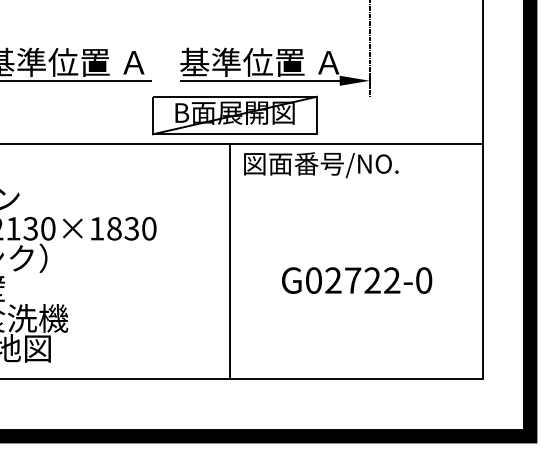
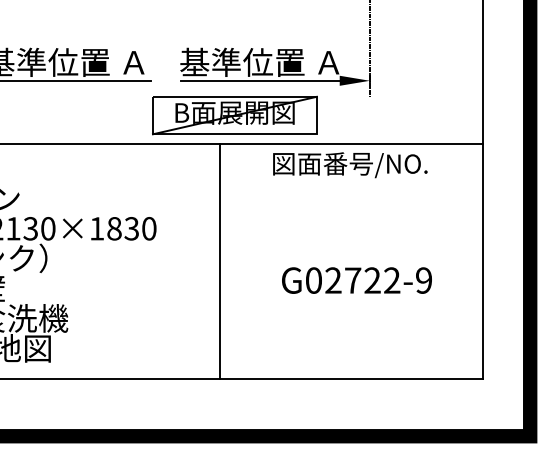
text at (321, 165) position: (321, 165) -> (350, 165)
line at (230, 261) position: (230, 261) -> (220, 261)
text at (424, 280): G02722-0 -> G02722-9
